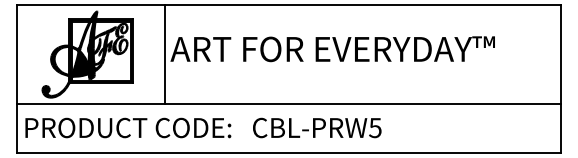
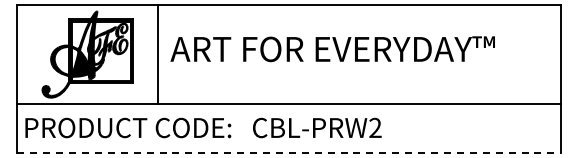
line at (165, 53) position: (165, 53) -> (158, 53)
text at (375, 127): CBL-PRW5 -> CBL-PRW2
line at (289, 153): solid -> dashed
